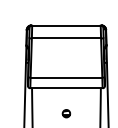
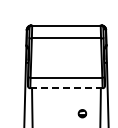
line at (66, 88): solid -> dashed
part at (66, 113) position: (66, 113) -> (82, 113)
